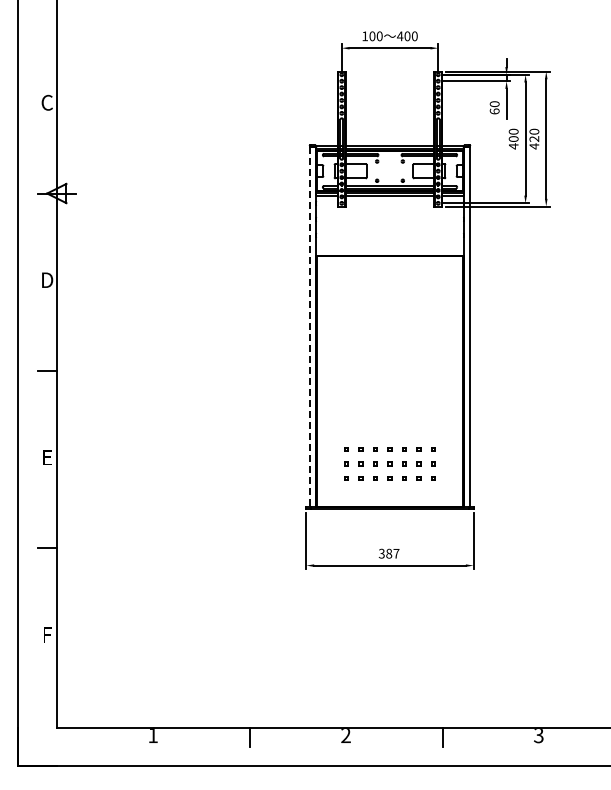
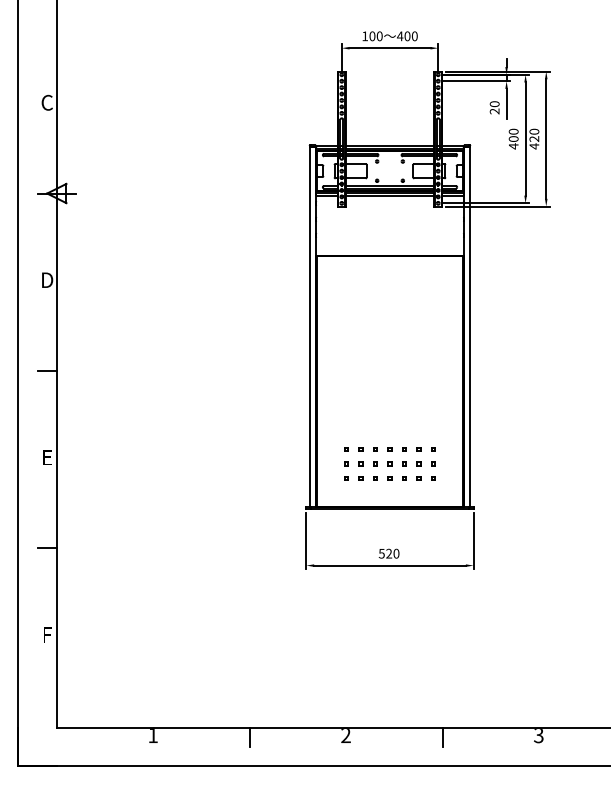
text at (494, 111): 60 -> 20
line at (309, 327): dashed -> solid
text at (389, 553): 387 -> 520
